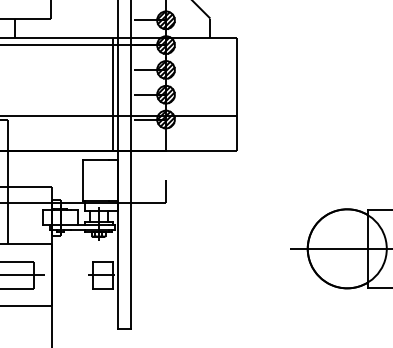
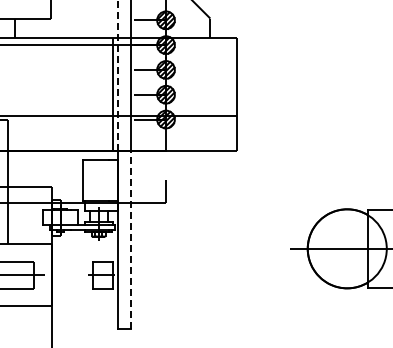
line at (118, 75): solid -> dashed
line at (130, 239): solid -> dashed
